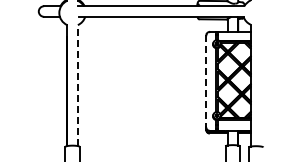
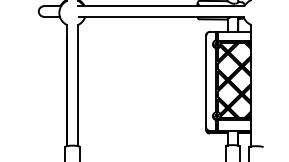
line at (206, 81): dashed -> solid
line at (77, 85): dashed -> solid
